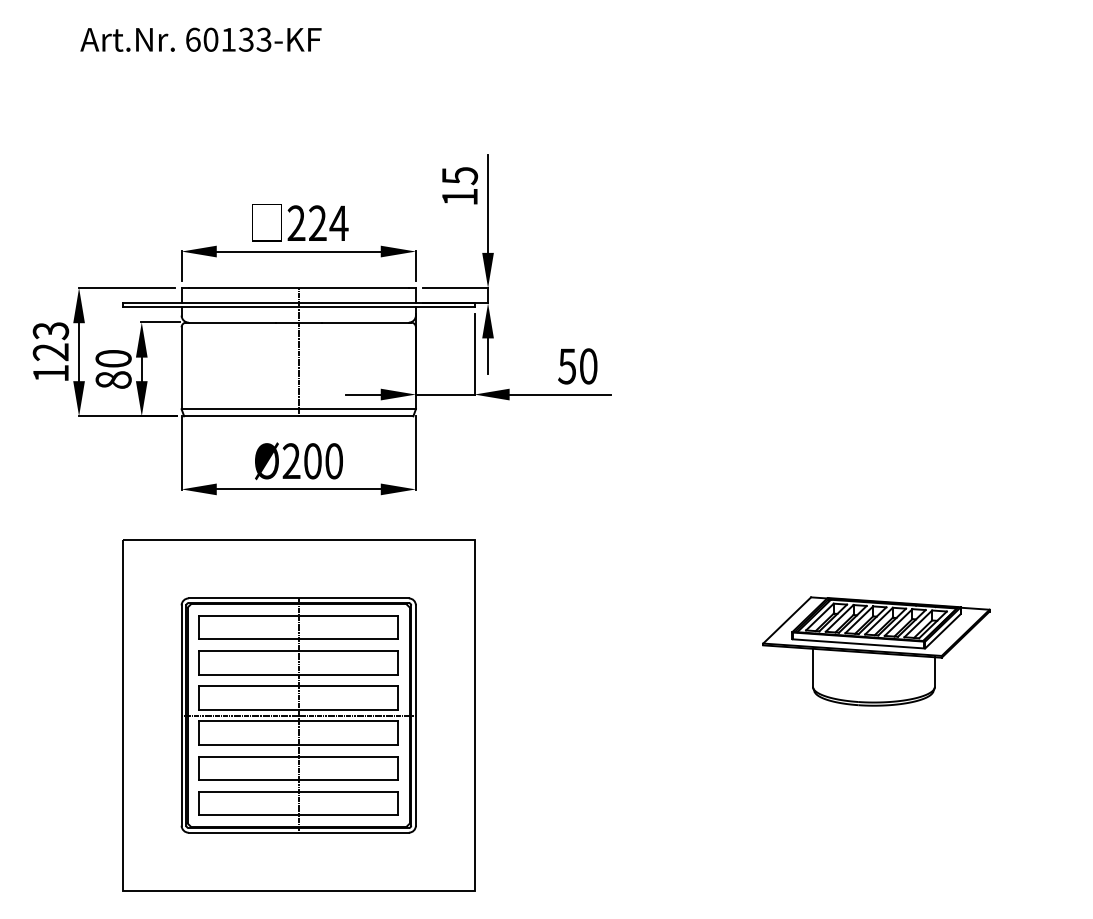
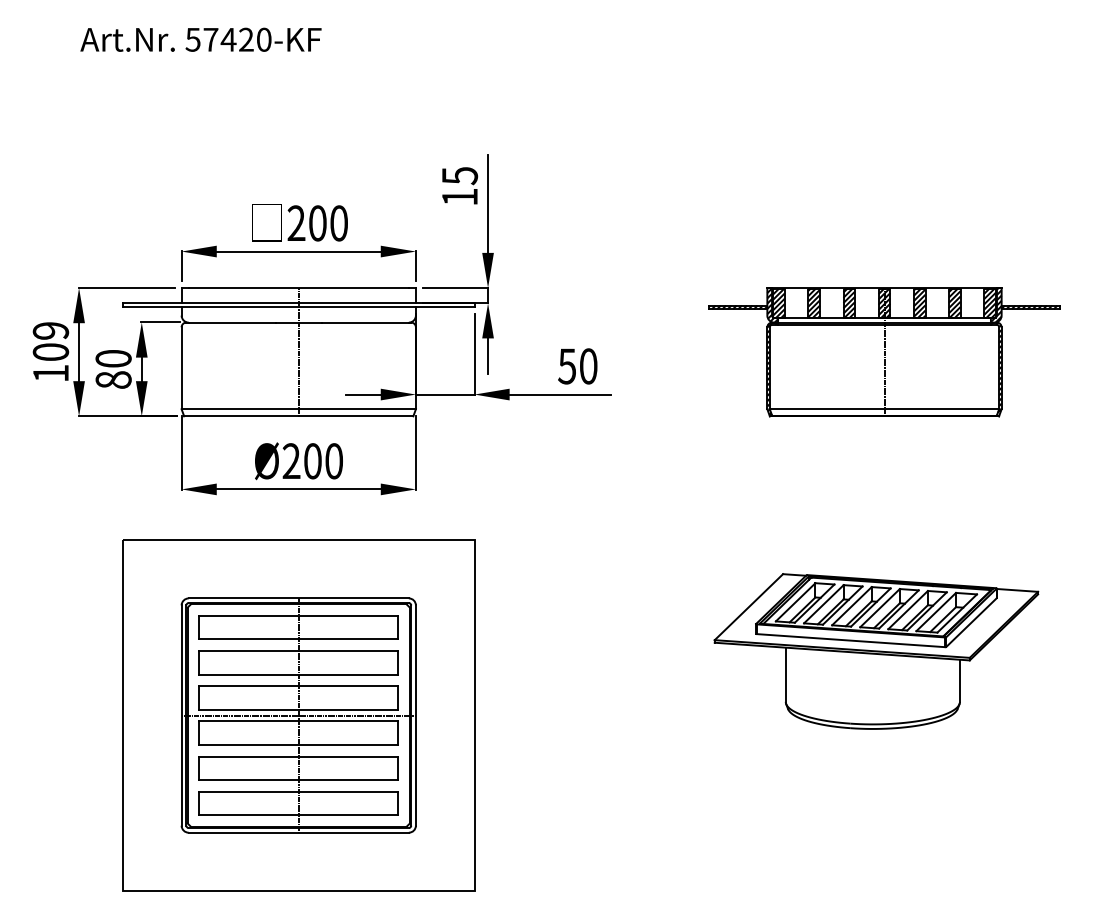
text at (228, 39): 60133-KF -> 57420-KF
text at (328, 223): 224 -> 200
text at (50, 341): 123 -> 109
part at (884, 352): none -> present
part at (876, 651) size: 229x111 px -> 327x157 px
